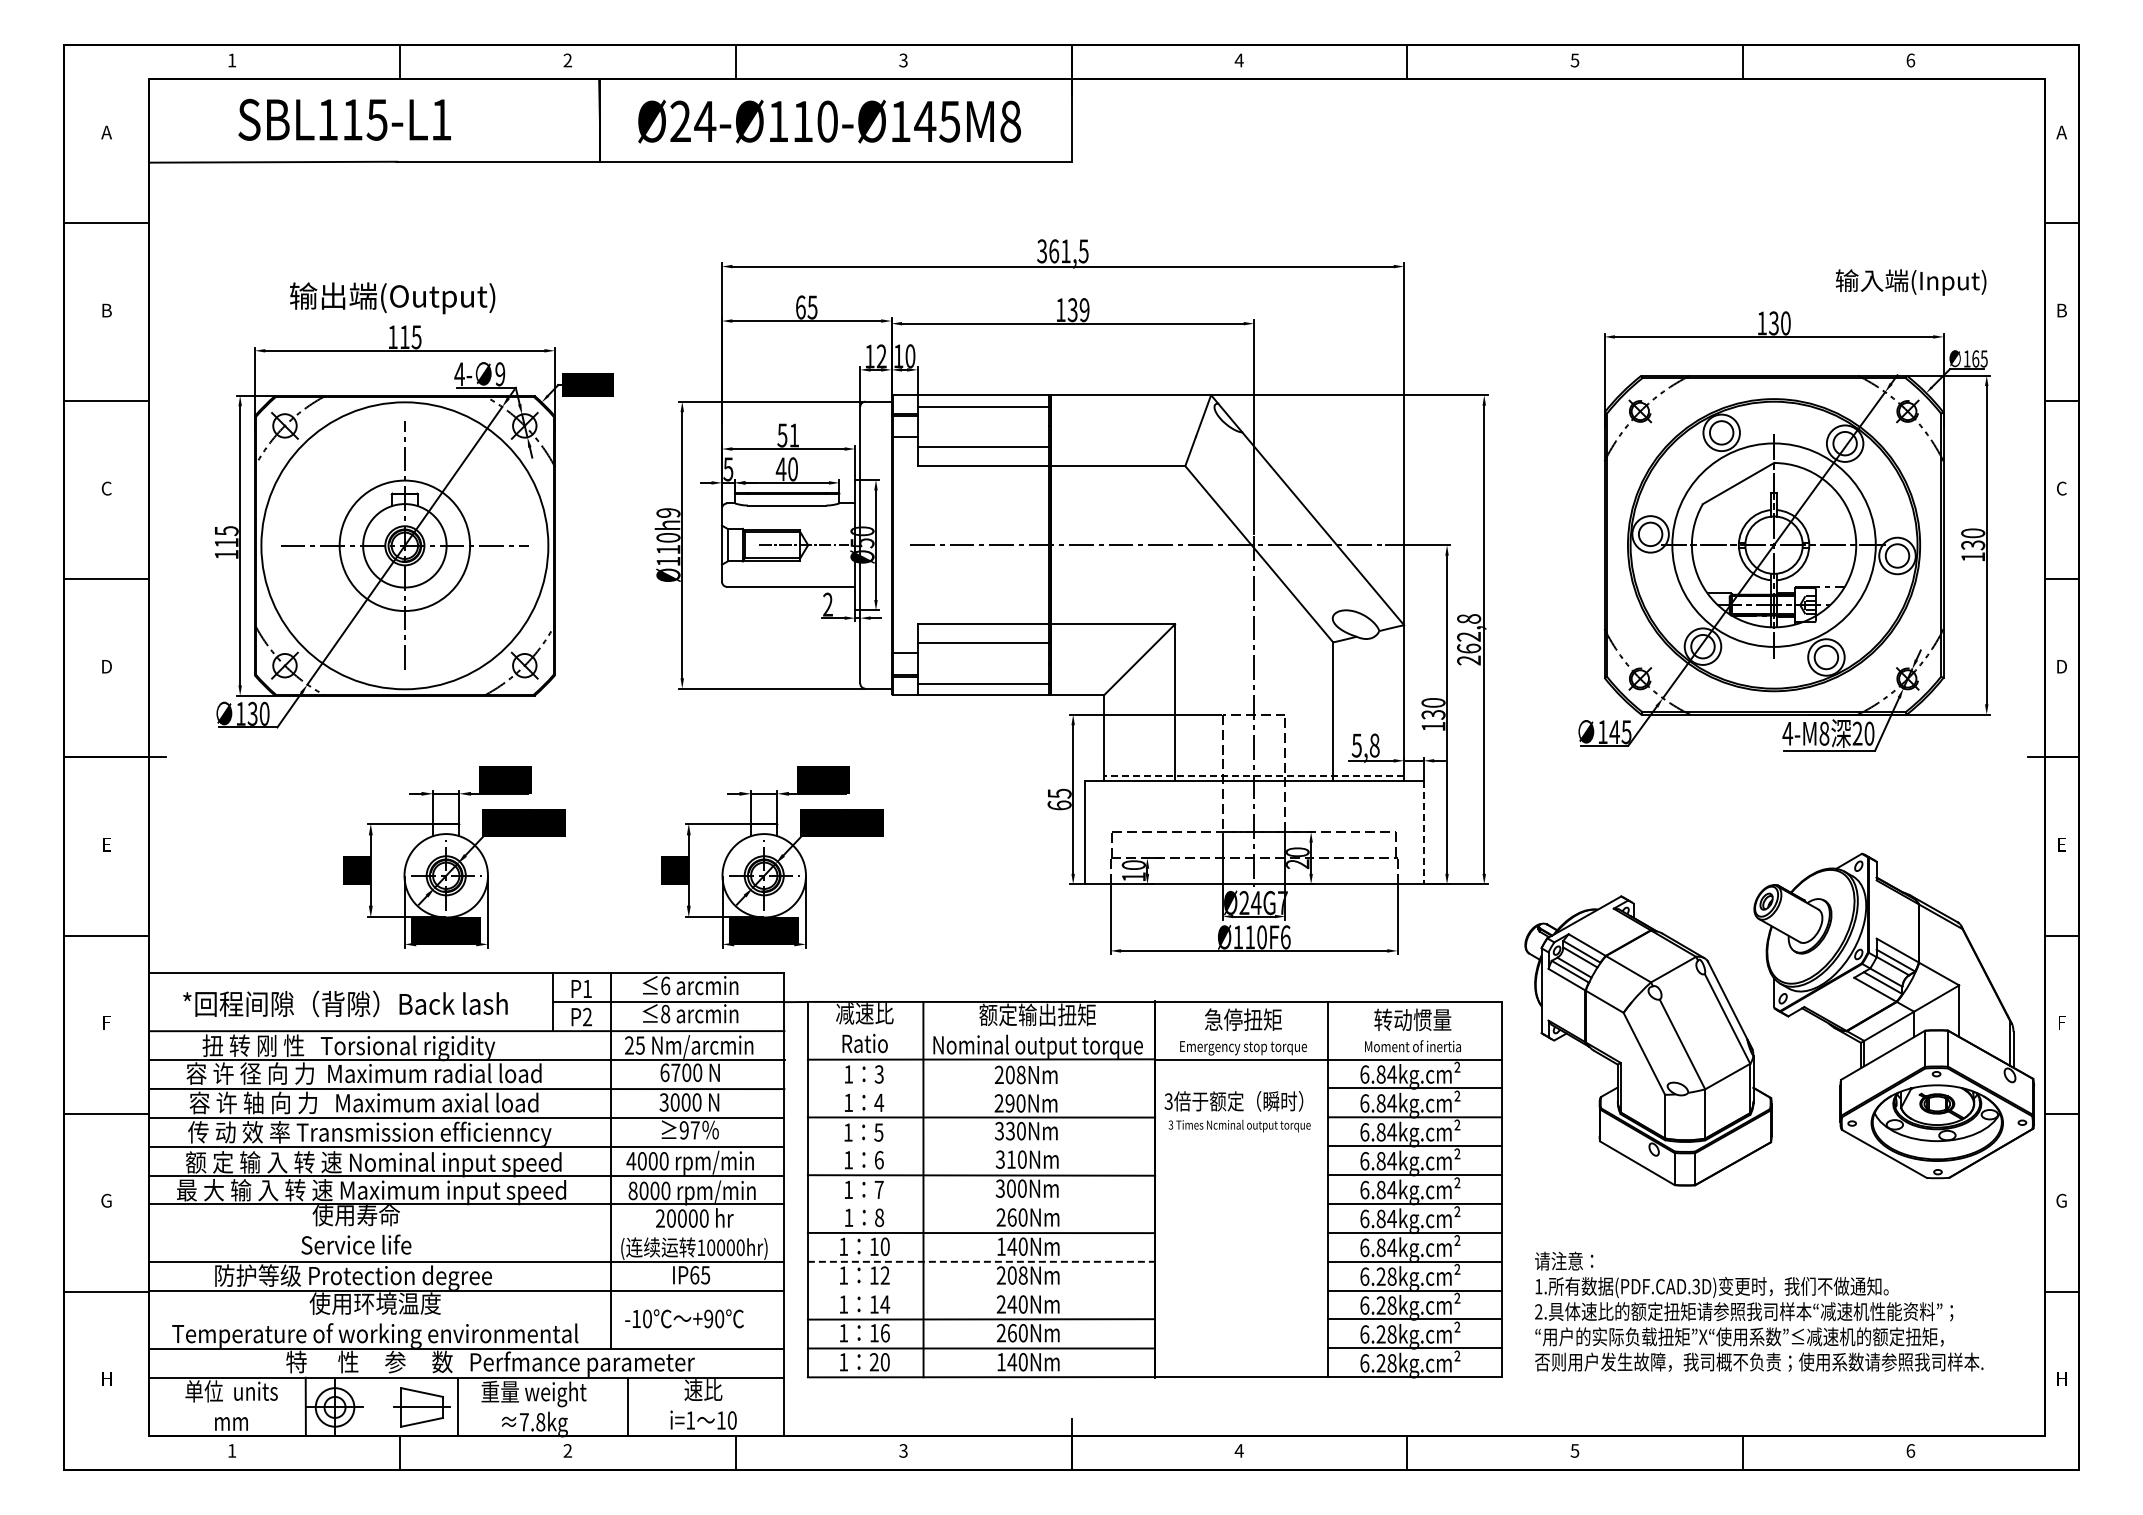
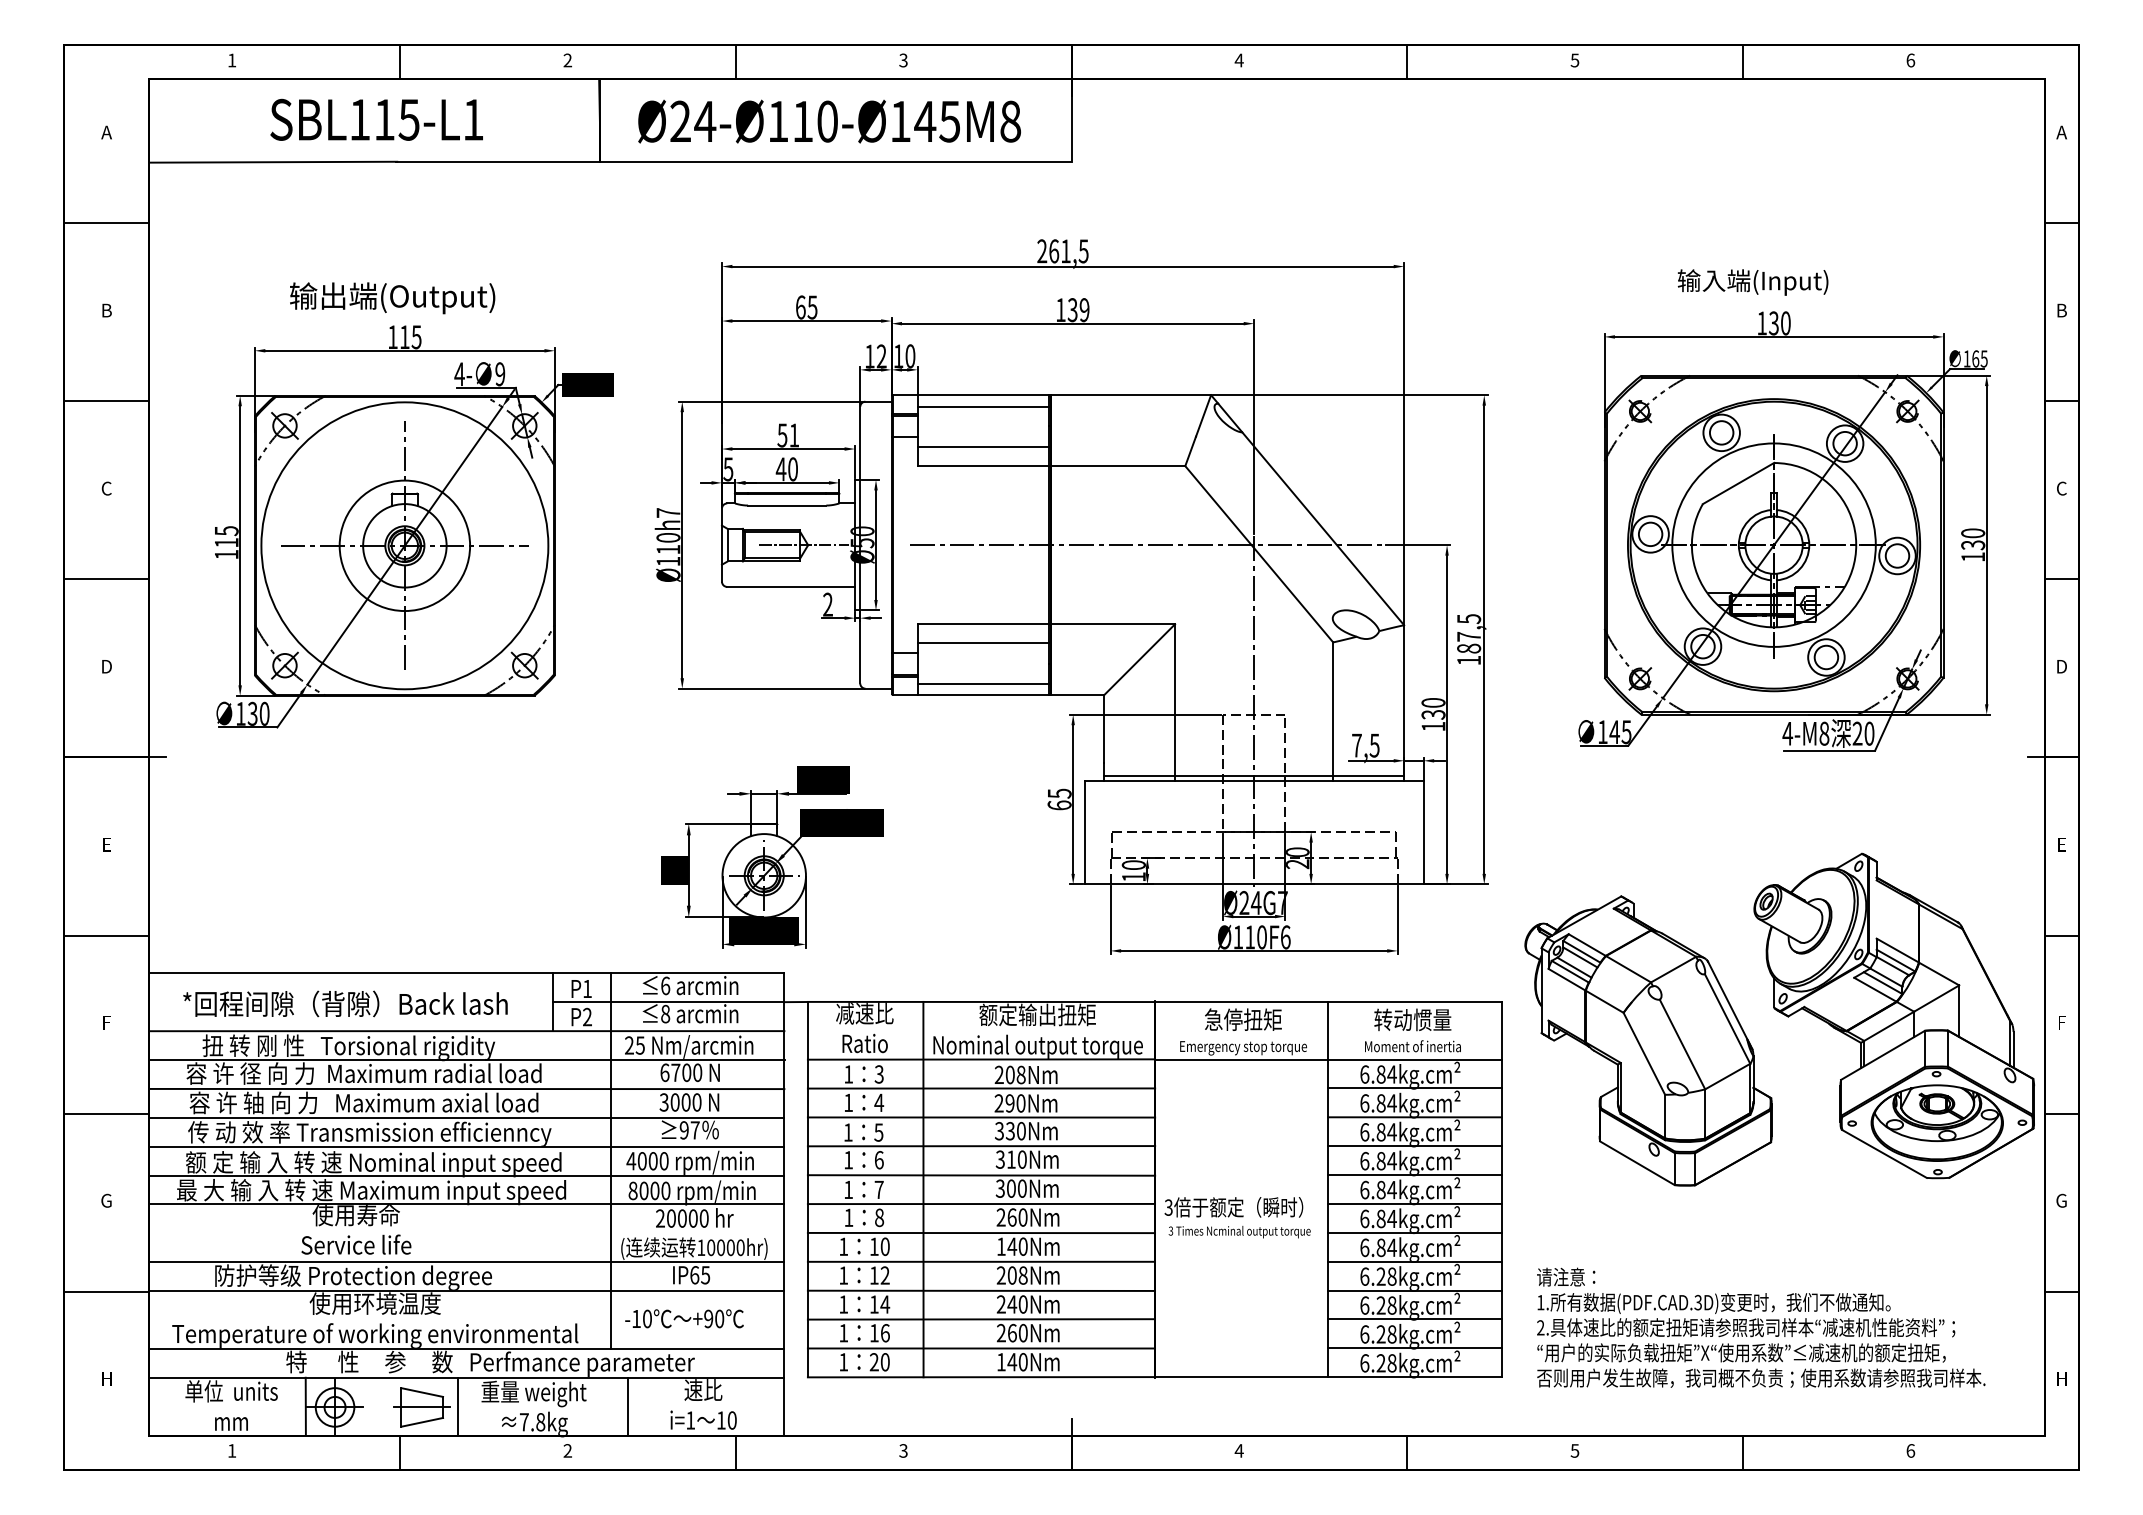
text at (344, 119) position: (344, 119) -> (376, 119)
text at (1042, 251): 361,5 -> 261,5
text at (1910, 282) position: (1910, 282) -> (1752, 282)
text at (668, 512): h9 -> h7
text at (1469, 639): 262,8 -> 187,5
text at (1365, 745): 5,8 -> 7,5
line at (1254, 776): dashed -> solid
line at (1423, 832): dashed -> solid
part at (454, 857): present -> none
line at (981, 1088): none -> present
text at (1237, 1111) position: (1237, 1111) -> (1237, 1217)
line at (981, 1146): none -> present
line at (981, 1203): none -> present
line at (981, 1261): dashed -> solid
line at (981, 1290): none -> present
text at (1759, 1311) position: (1759, 1311) -> (1761, 1327)
